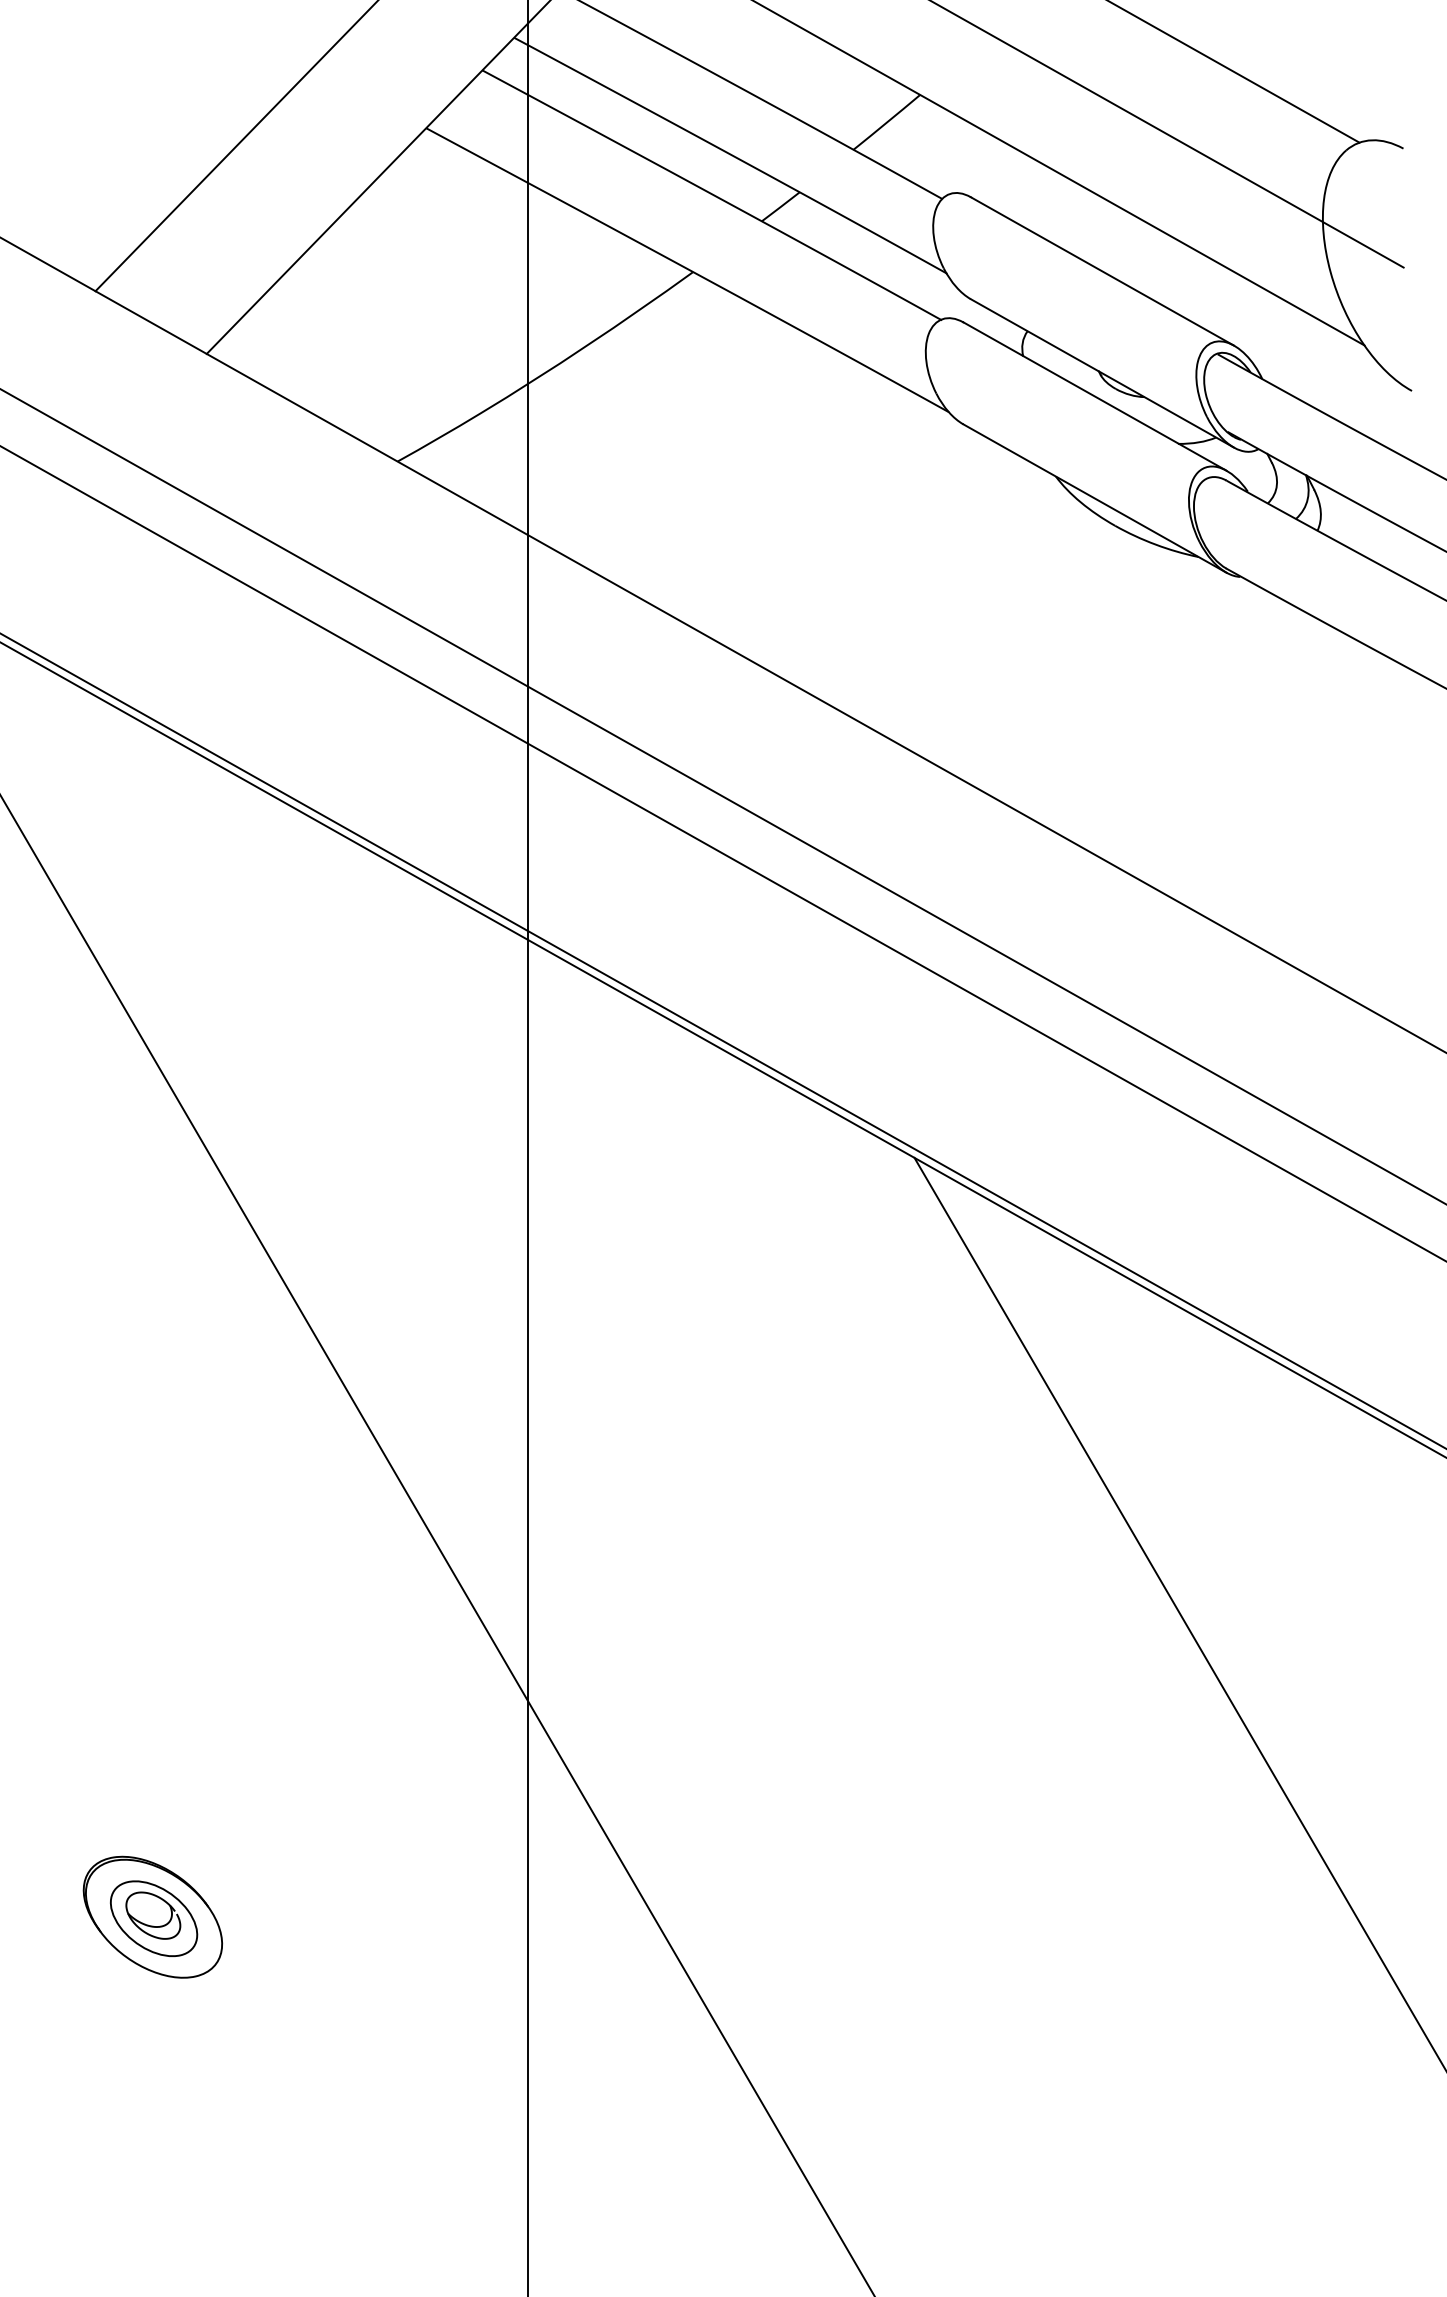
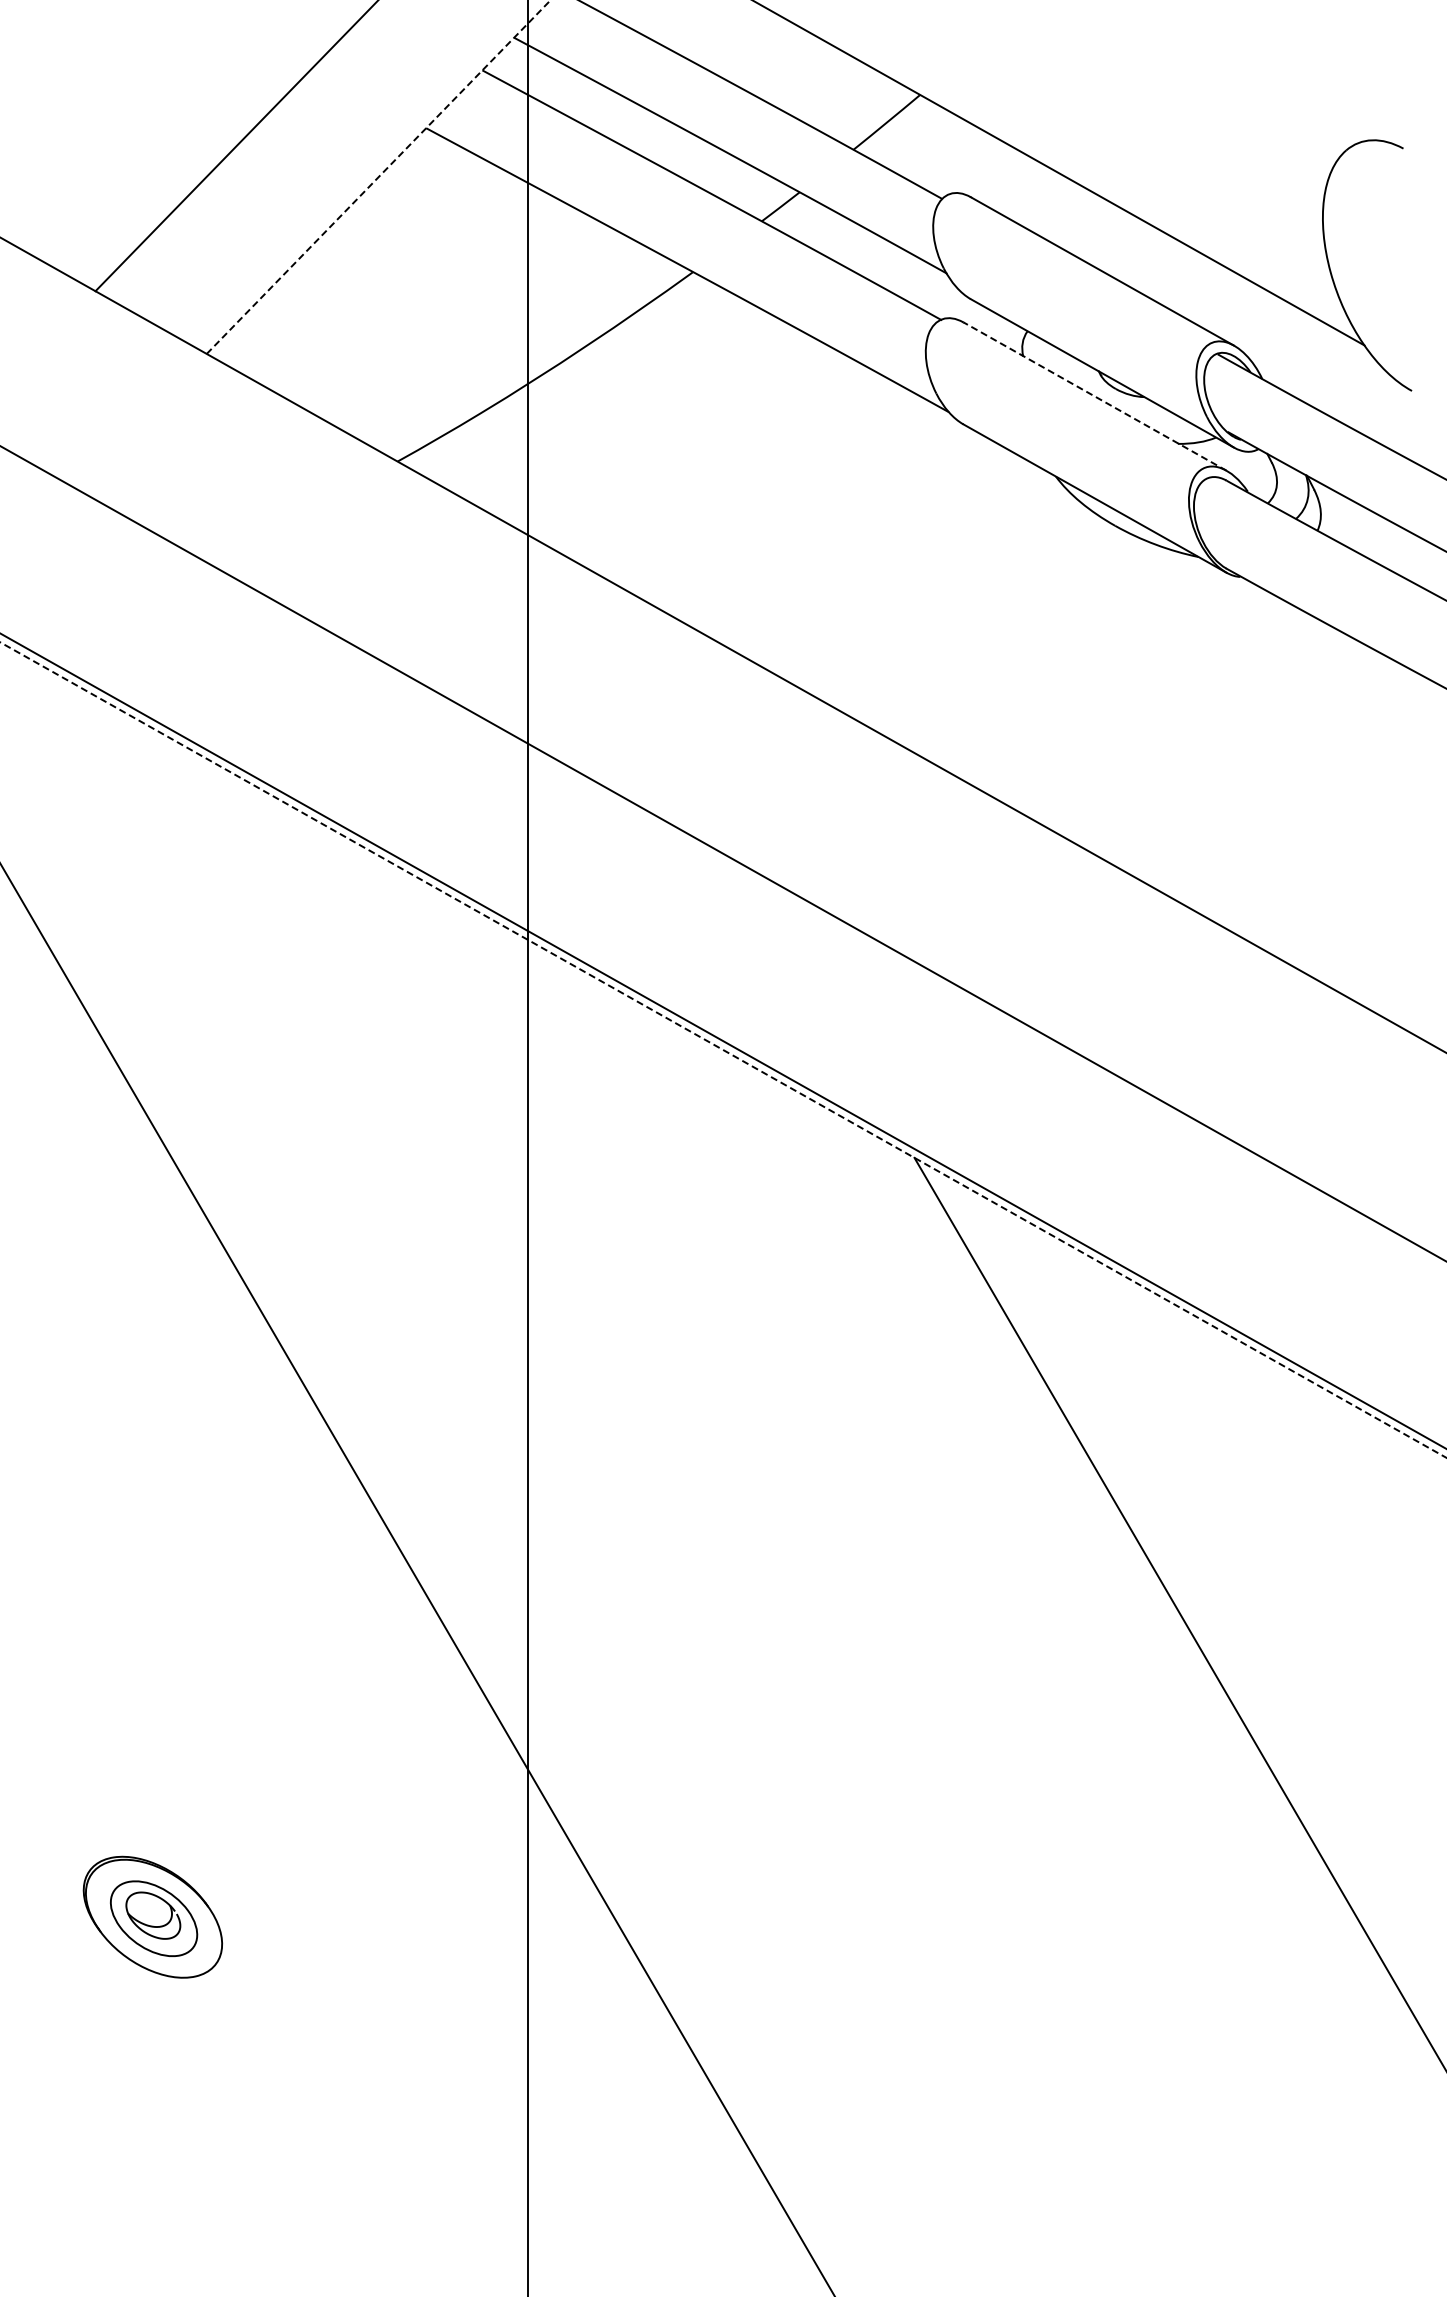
line at (1234, 72): present -> none
line at (1168, 134): present -> none
line at (378, 176): solid -> dashed
line at (1094, 396): solid -> dashed
line at (722, 796): present -> none
line at (723, 1050): solid -> dashed
line at (437, 1545) position: (437, 1545) -> (417, 1579)
